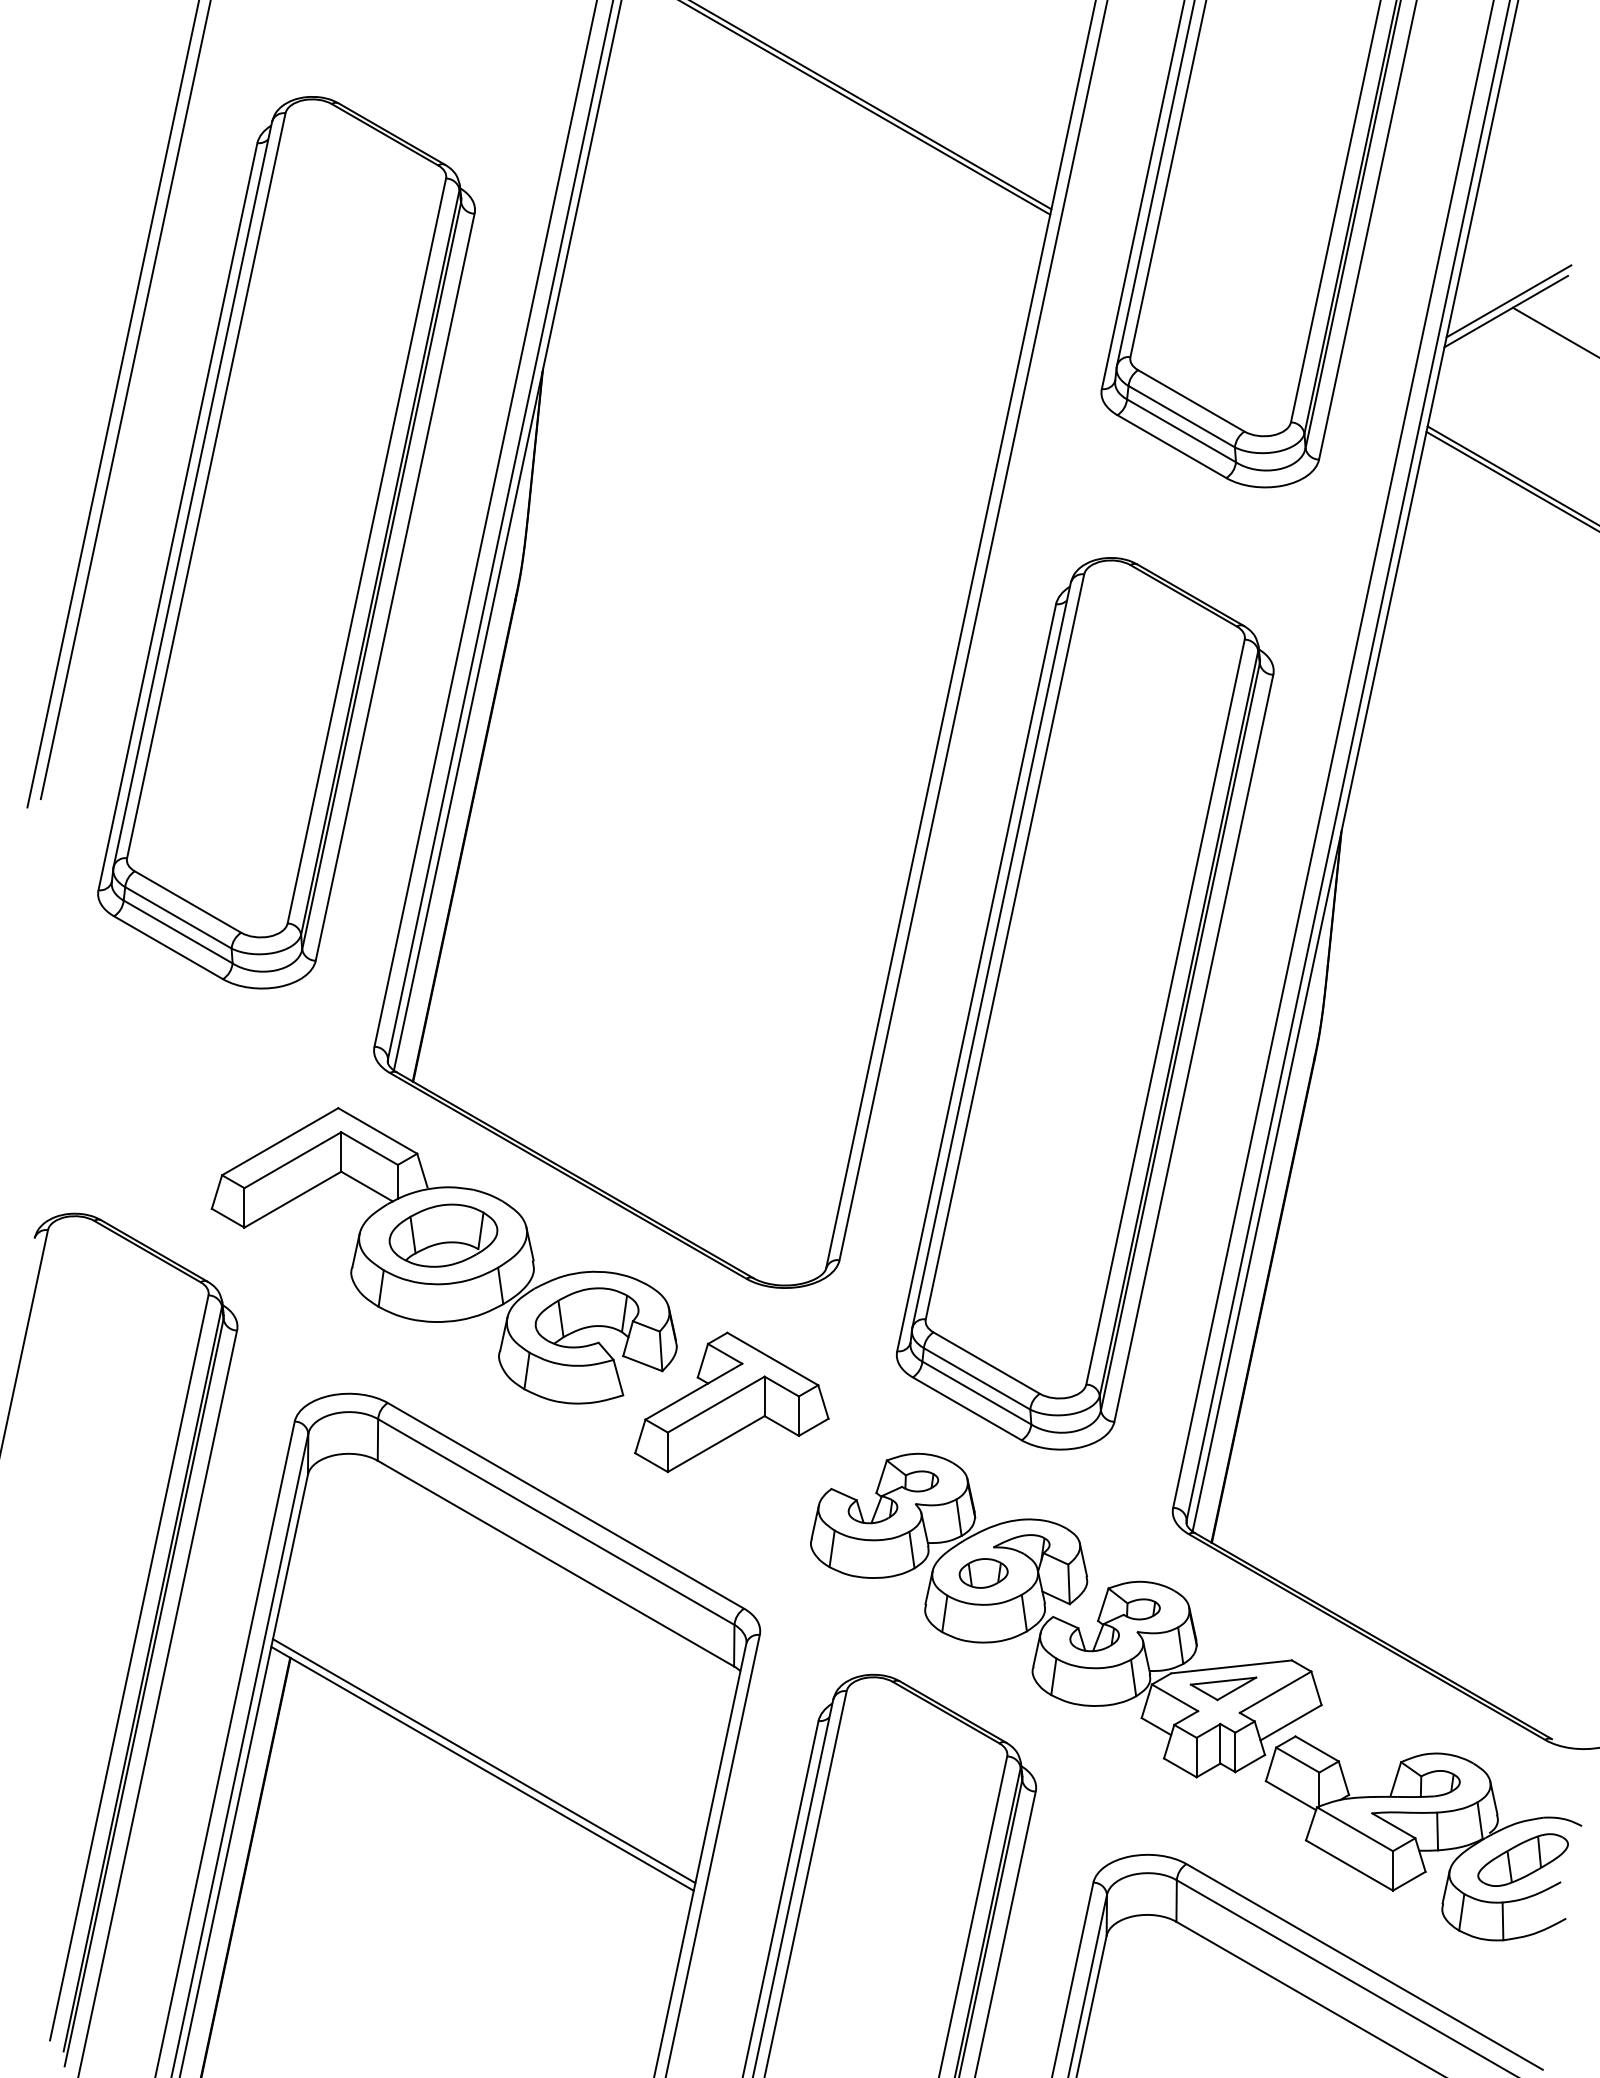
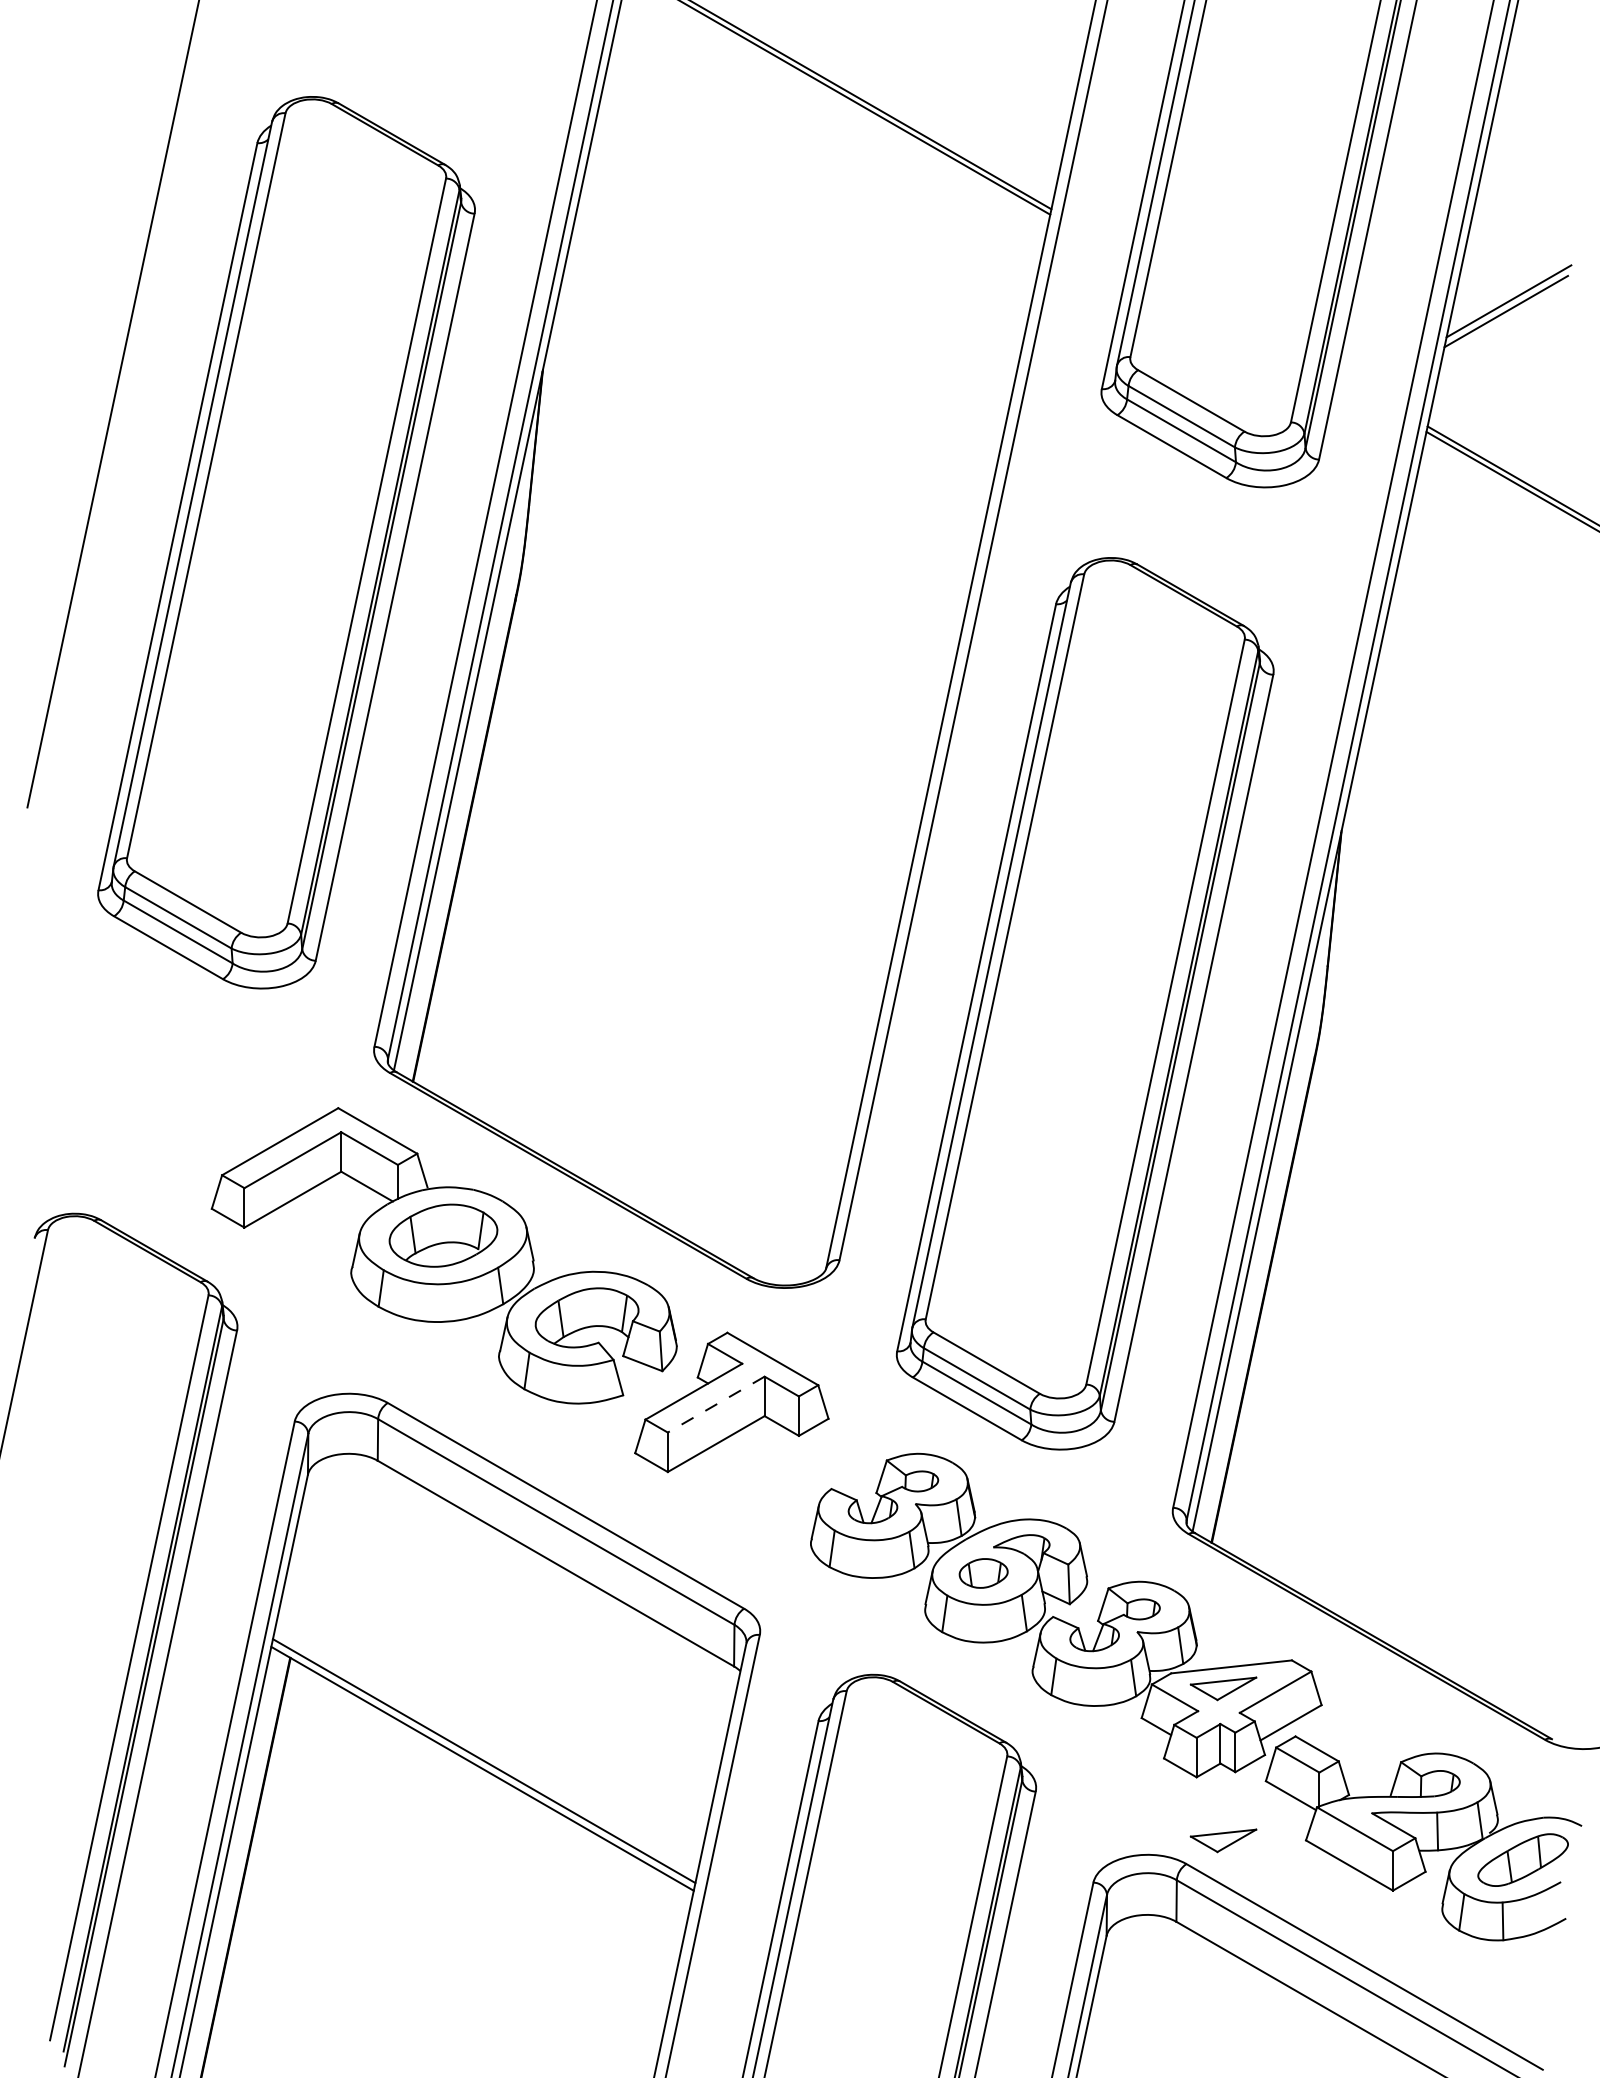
line at (1554, 331): present -> none
line at (125, 400): present -> none
line at (716, 1404): solid -> dashed
part at (1223, 1840): none -> present
